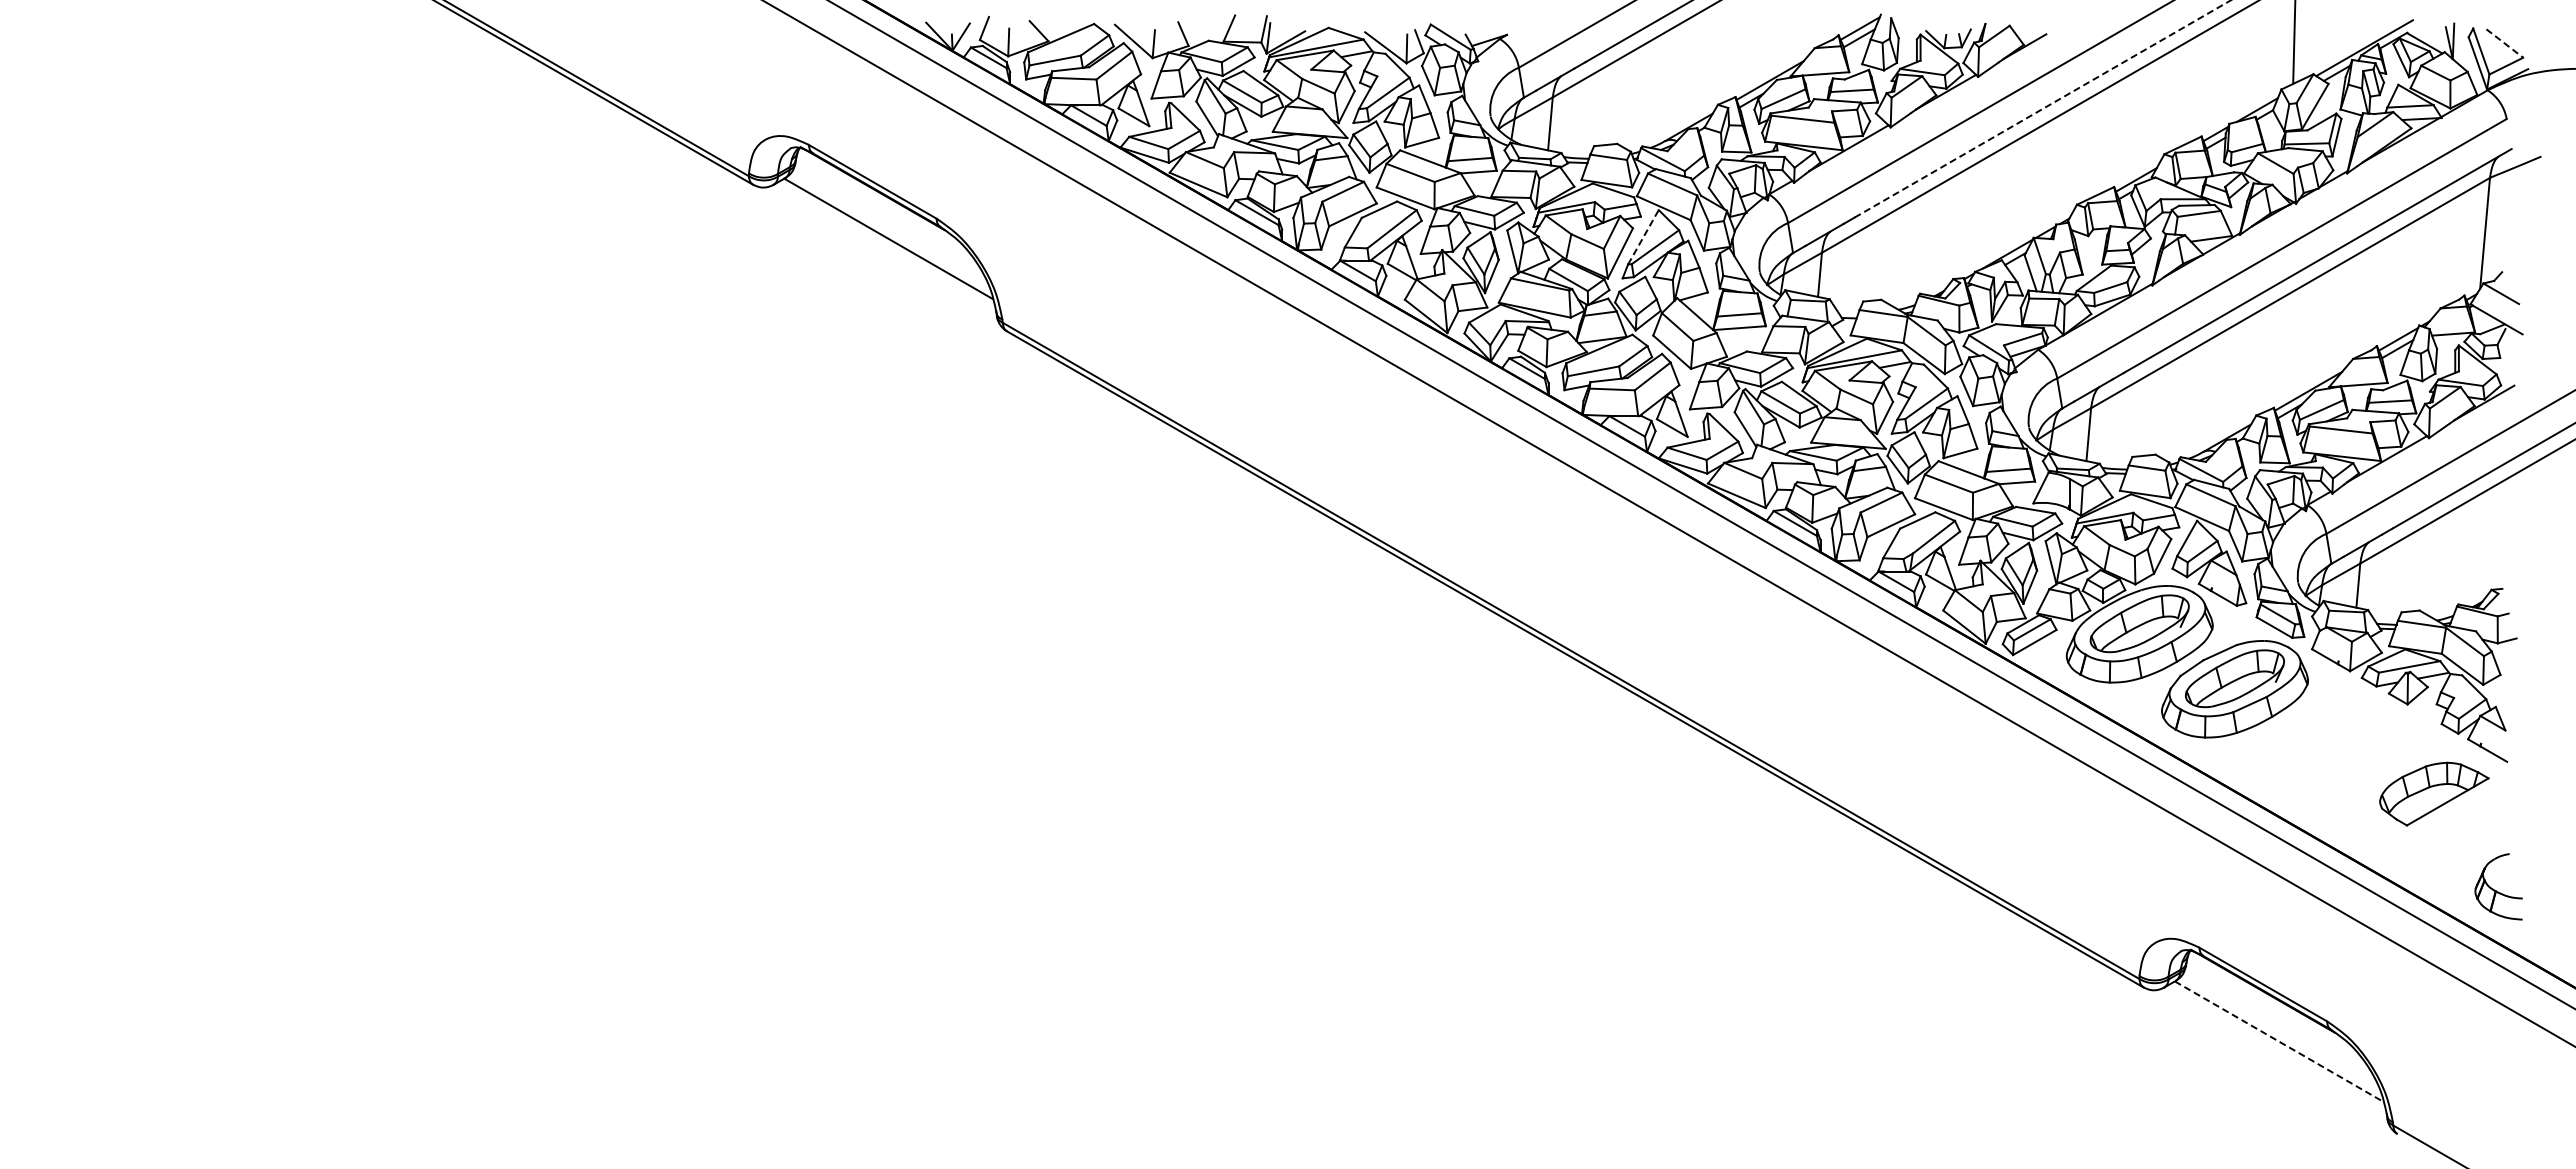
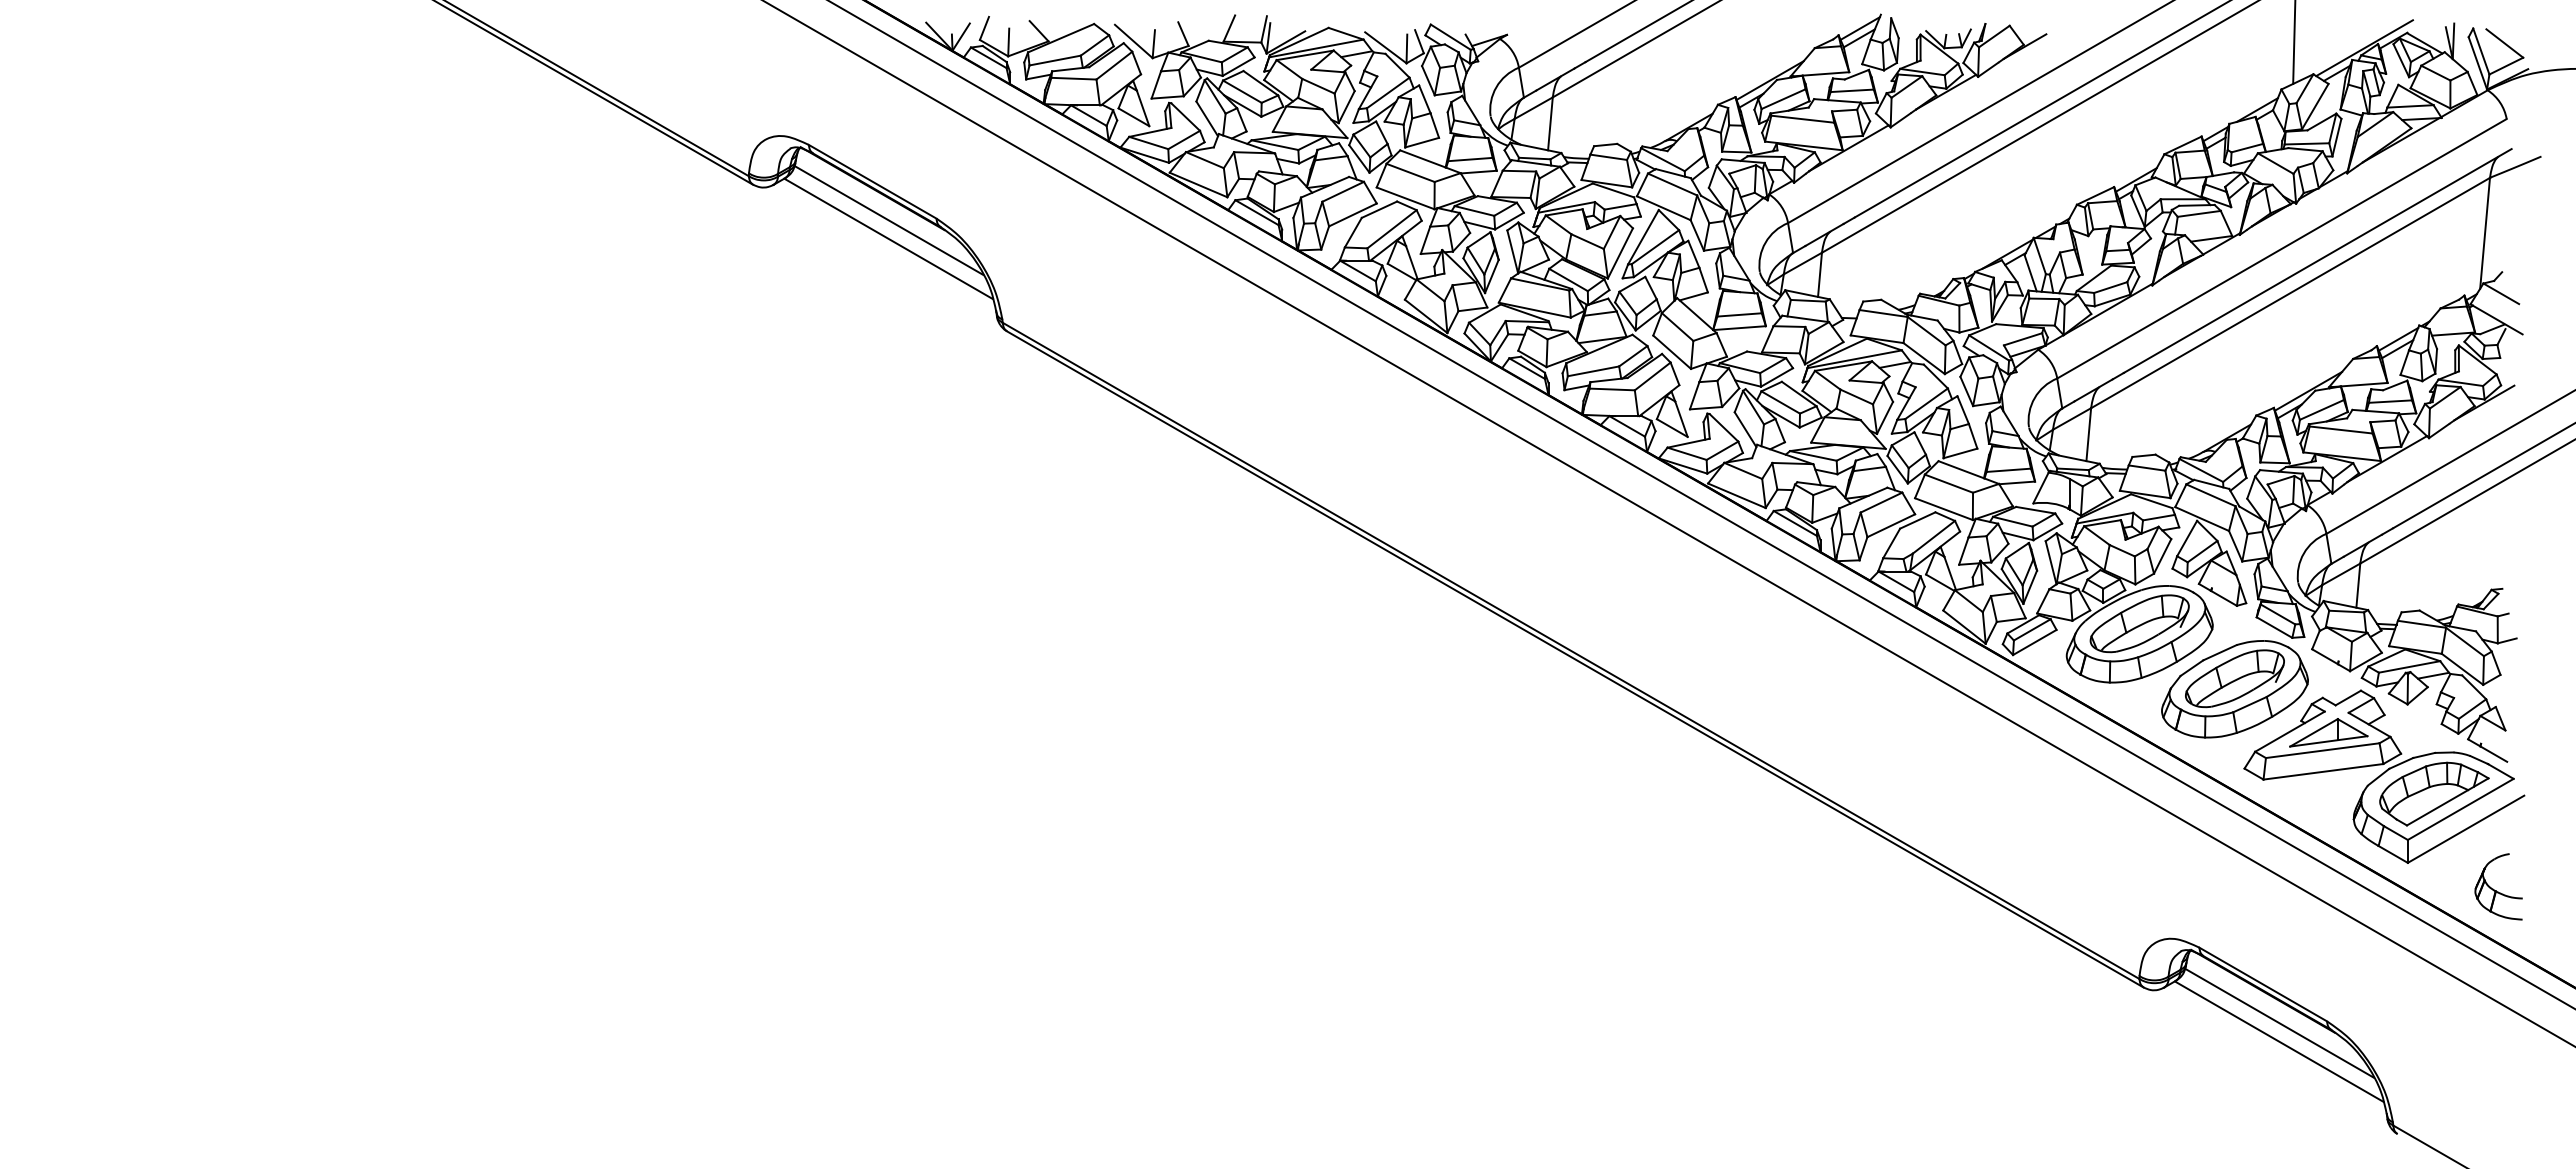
line at (2505, 43): dashed -> solid
line at (2043, 108): dashed -> solid
line at (888, 219): none -> present
line at (1643, 236): dashed -> solid
part at (2384, 776): none -> present
line at (2279, 1022): none -> present
line at (2279, 1041): dashed -> solid
